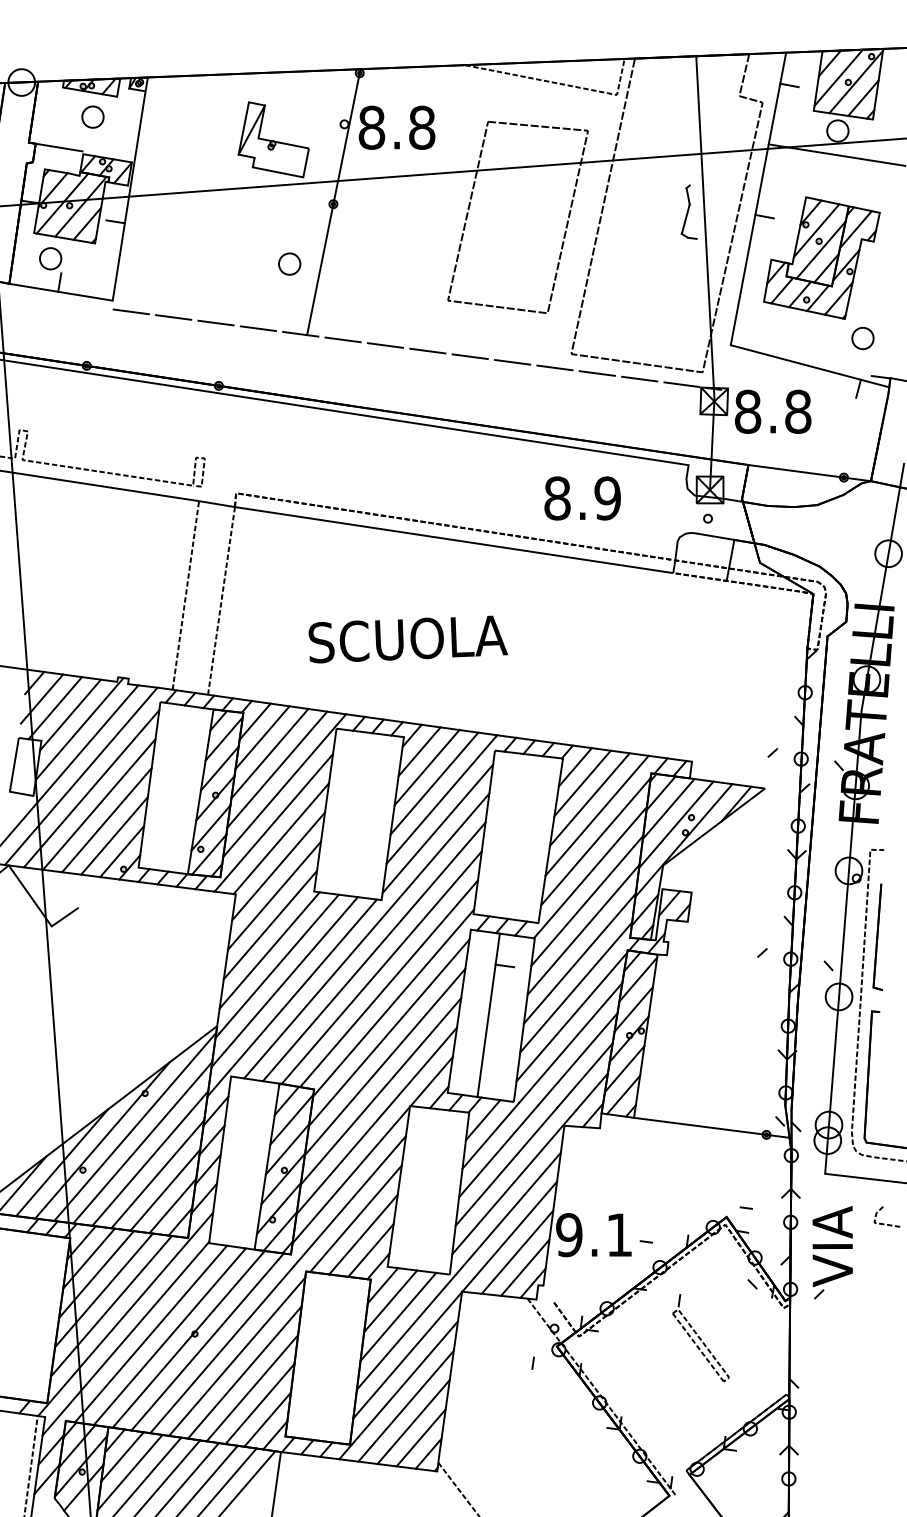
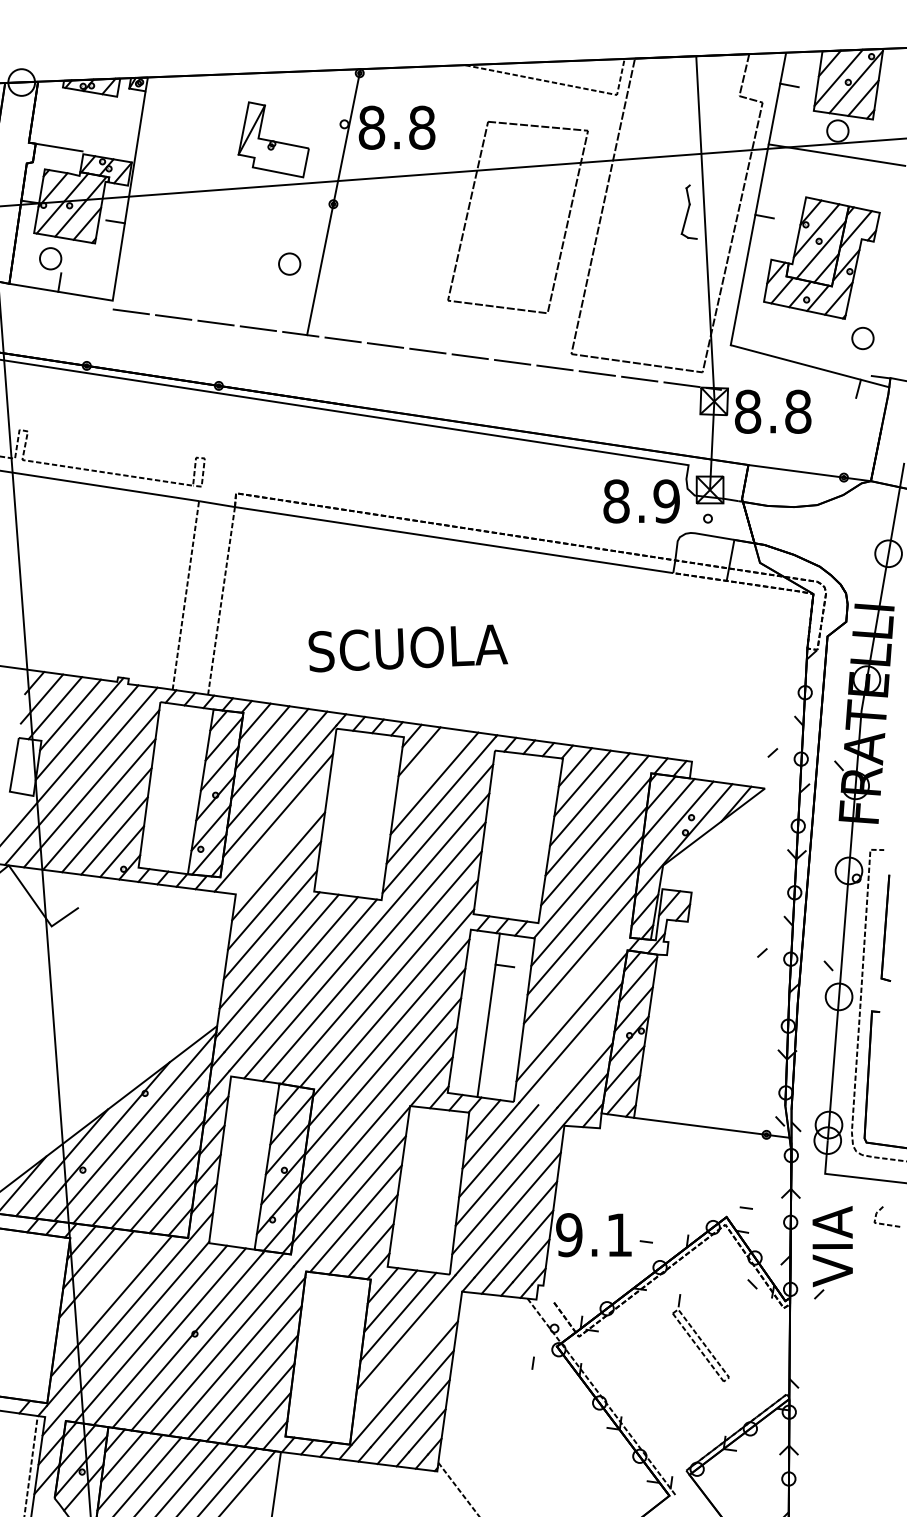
part at (92, 116): present -> none
text at (582, 498) position: (582, 498) -> (641, 501)
text at (408, 639) position: (408, 639) -> (408, 648)
line at (426, 767): present -> none
line at (281, 838): present -> none
part at (877, 936) position: (877, 936) -> (885, 927)
line at (576, 987): present -> none
line at (577, 1059): present -> none
line at (103, 1290): present -> none
line at (407, 1355): present -> none
